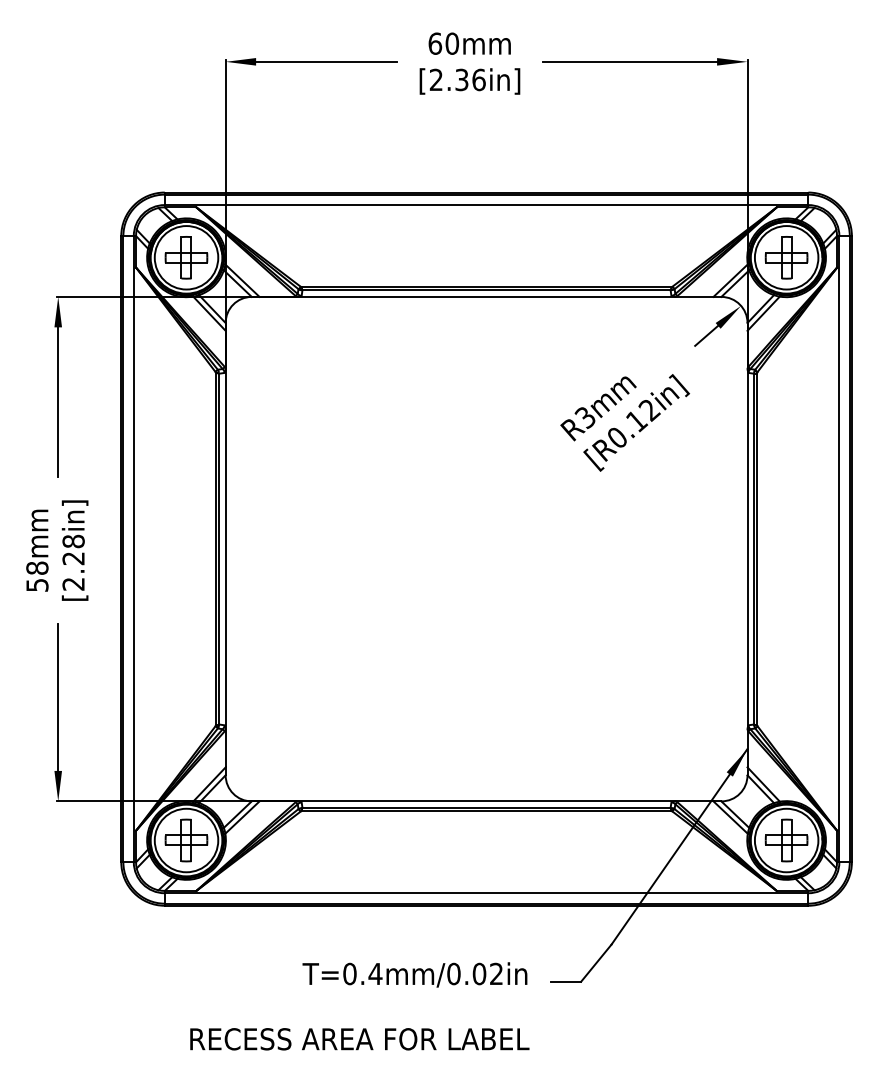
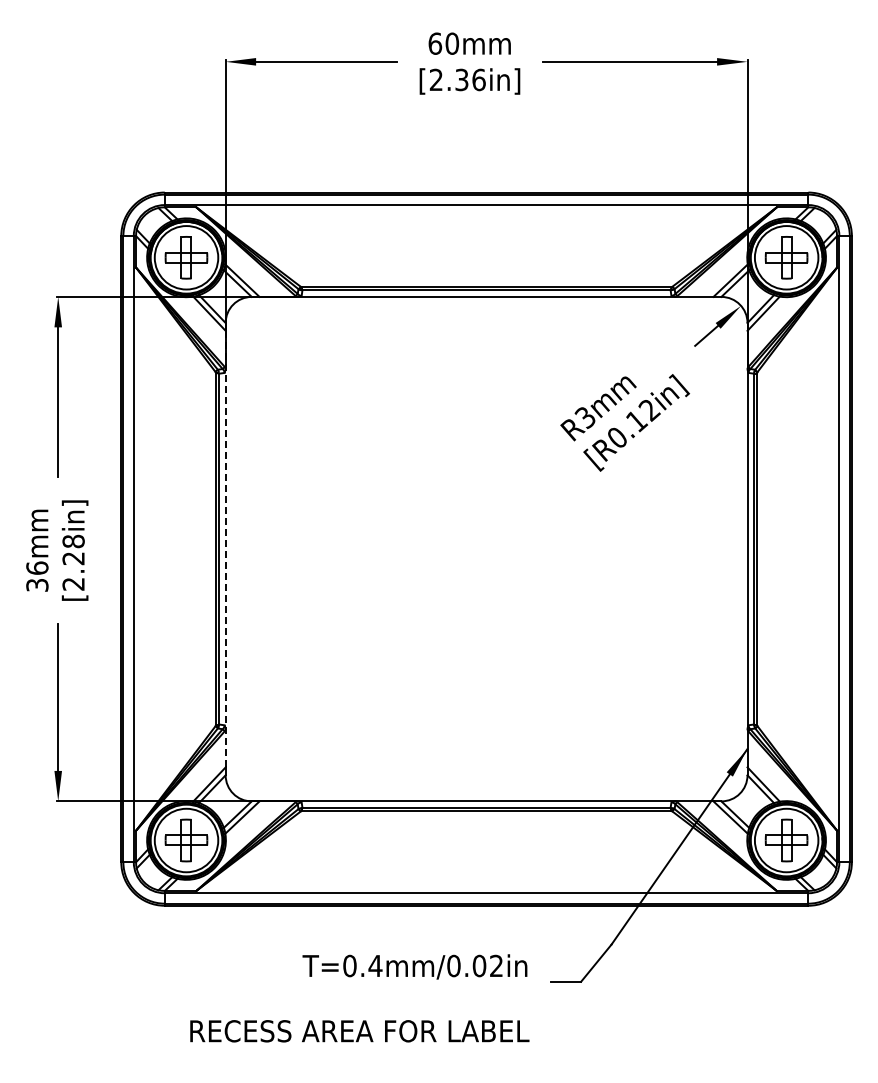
line at (225, 549): solid -> dashed
text at (37, 576): 58mm -> 36mm
text at (359, 1006) position: (359, 1006) -> (359, 998)
